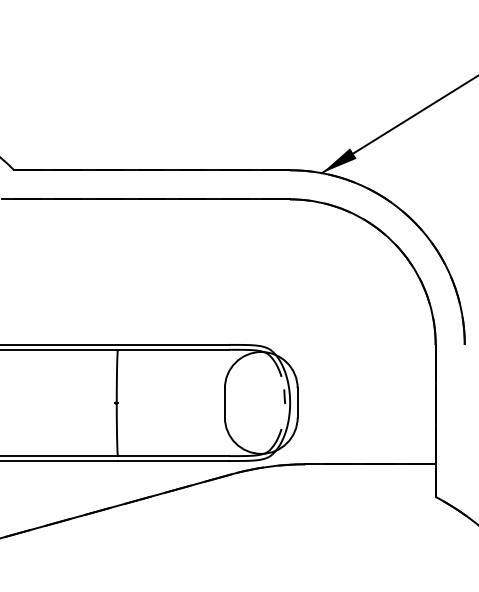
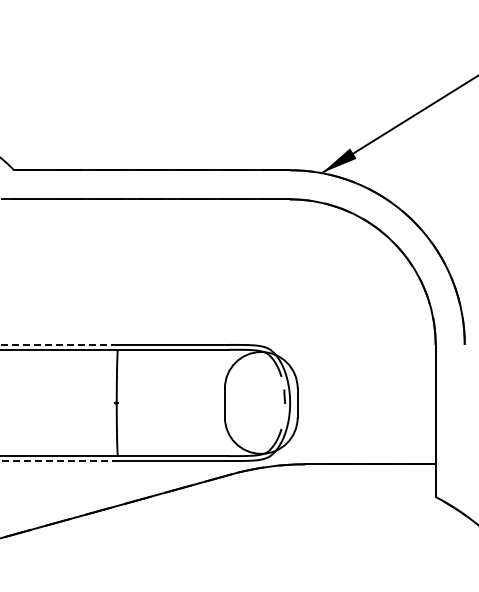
line at (59, 344): solid -> dashed
line at (59, 461): solid -> dashed
